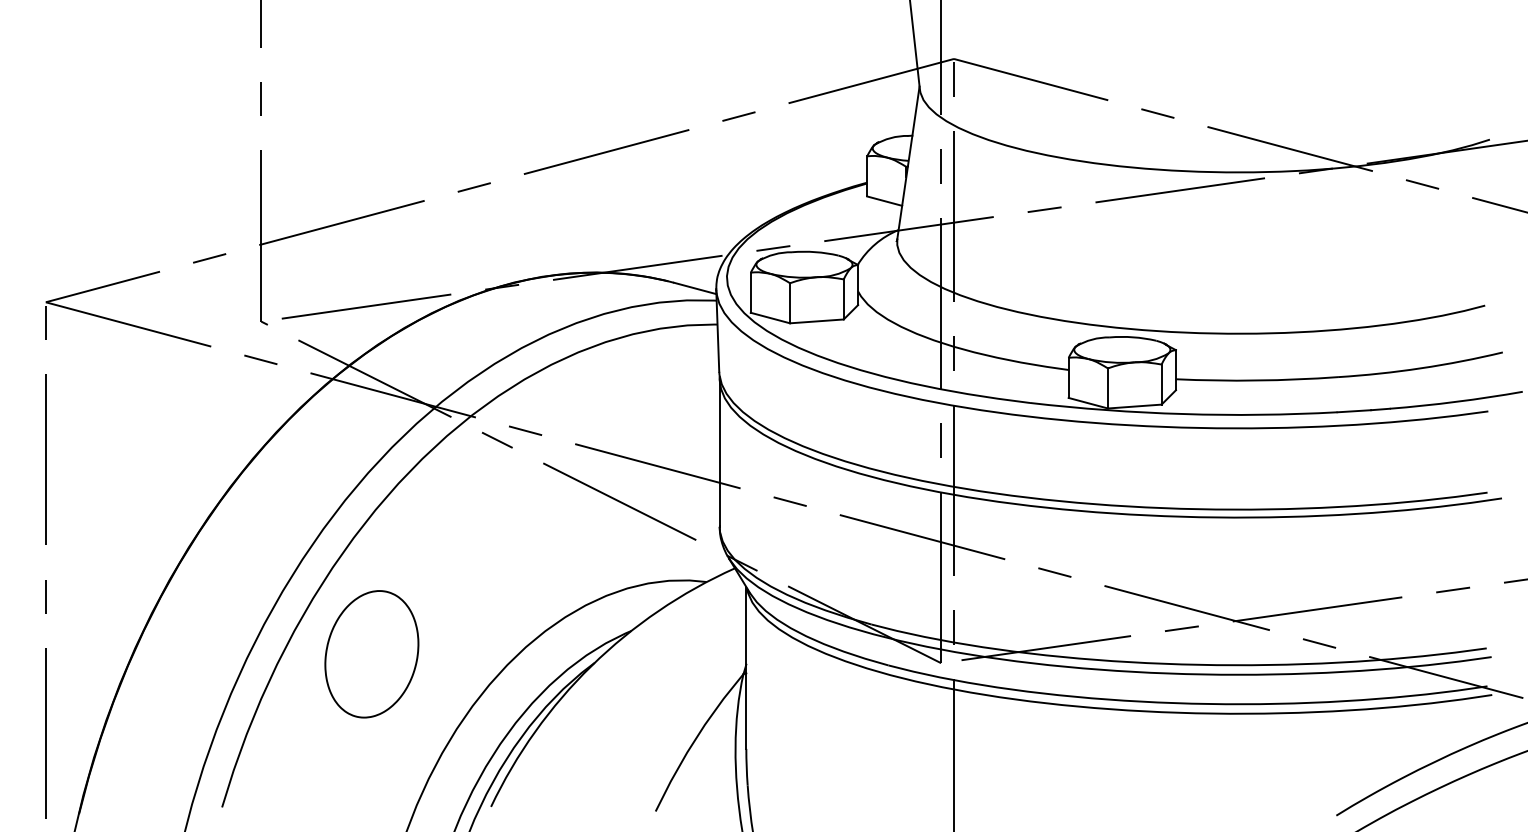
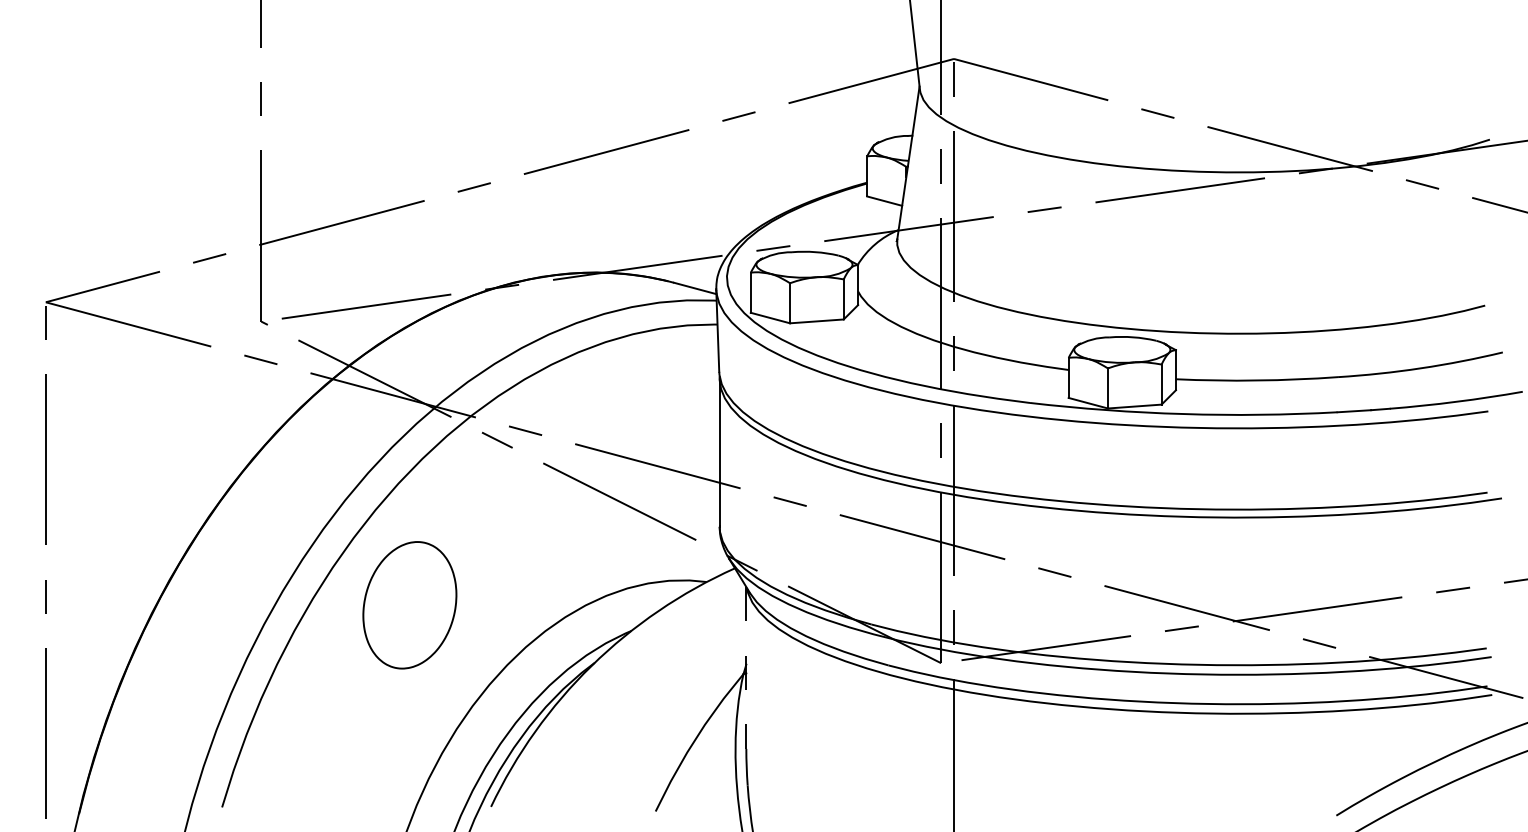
part at (371, 654) position: (371, 654) -> (409, 605)
line at (746, 667): solid -> dashed
